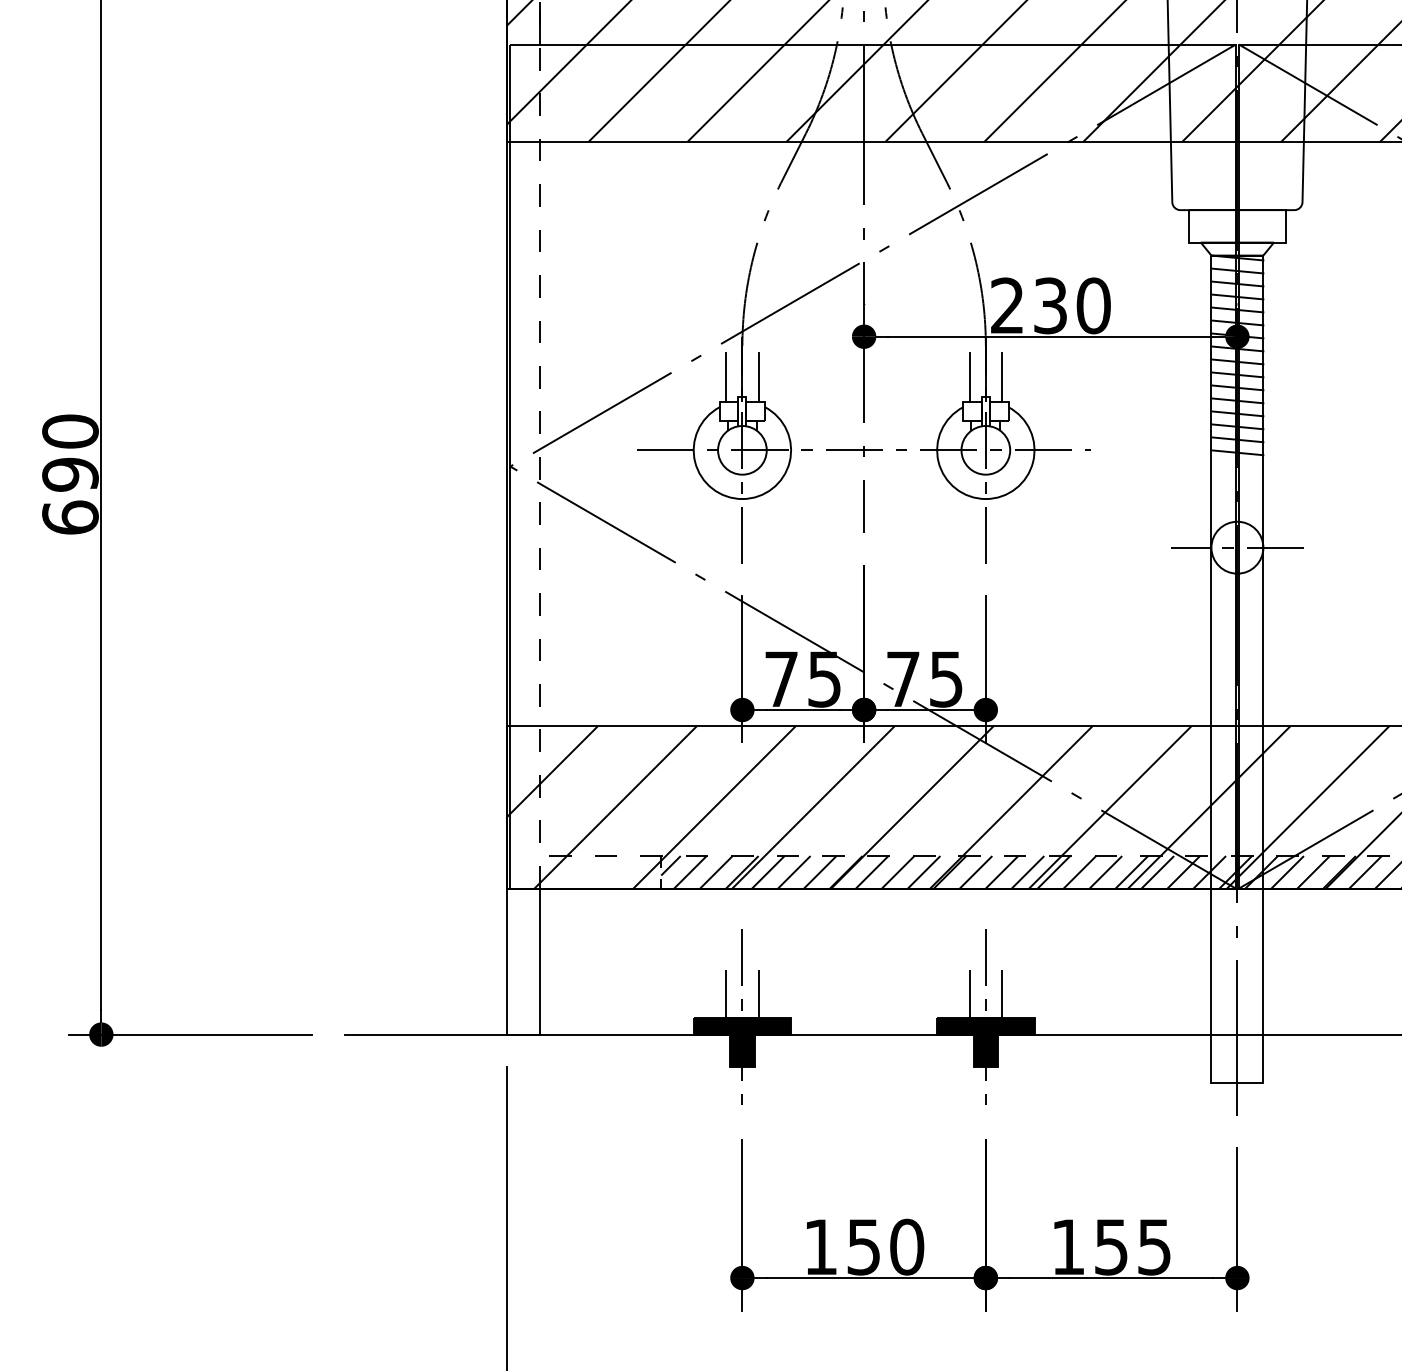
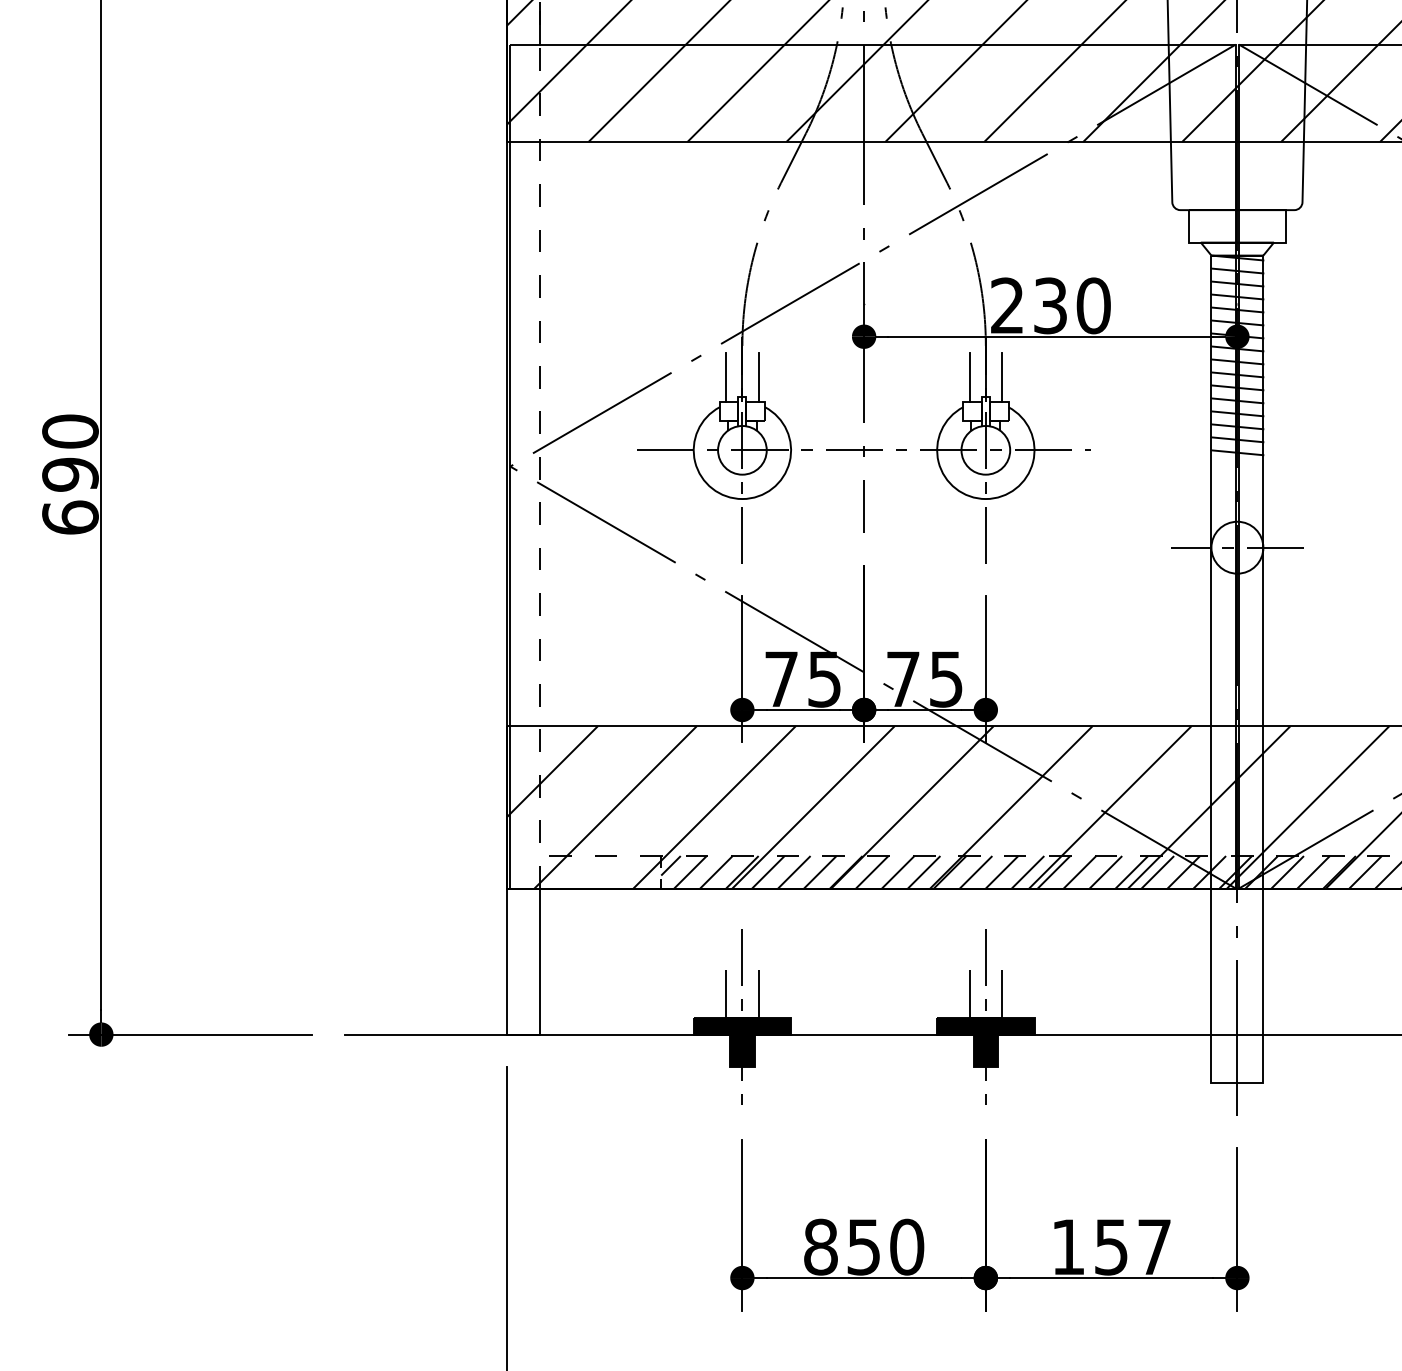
text at (820, 1246): 150 -> 850
text at (1154, 1247): 155 -> 157
